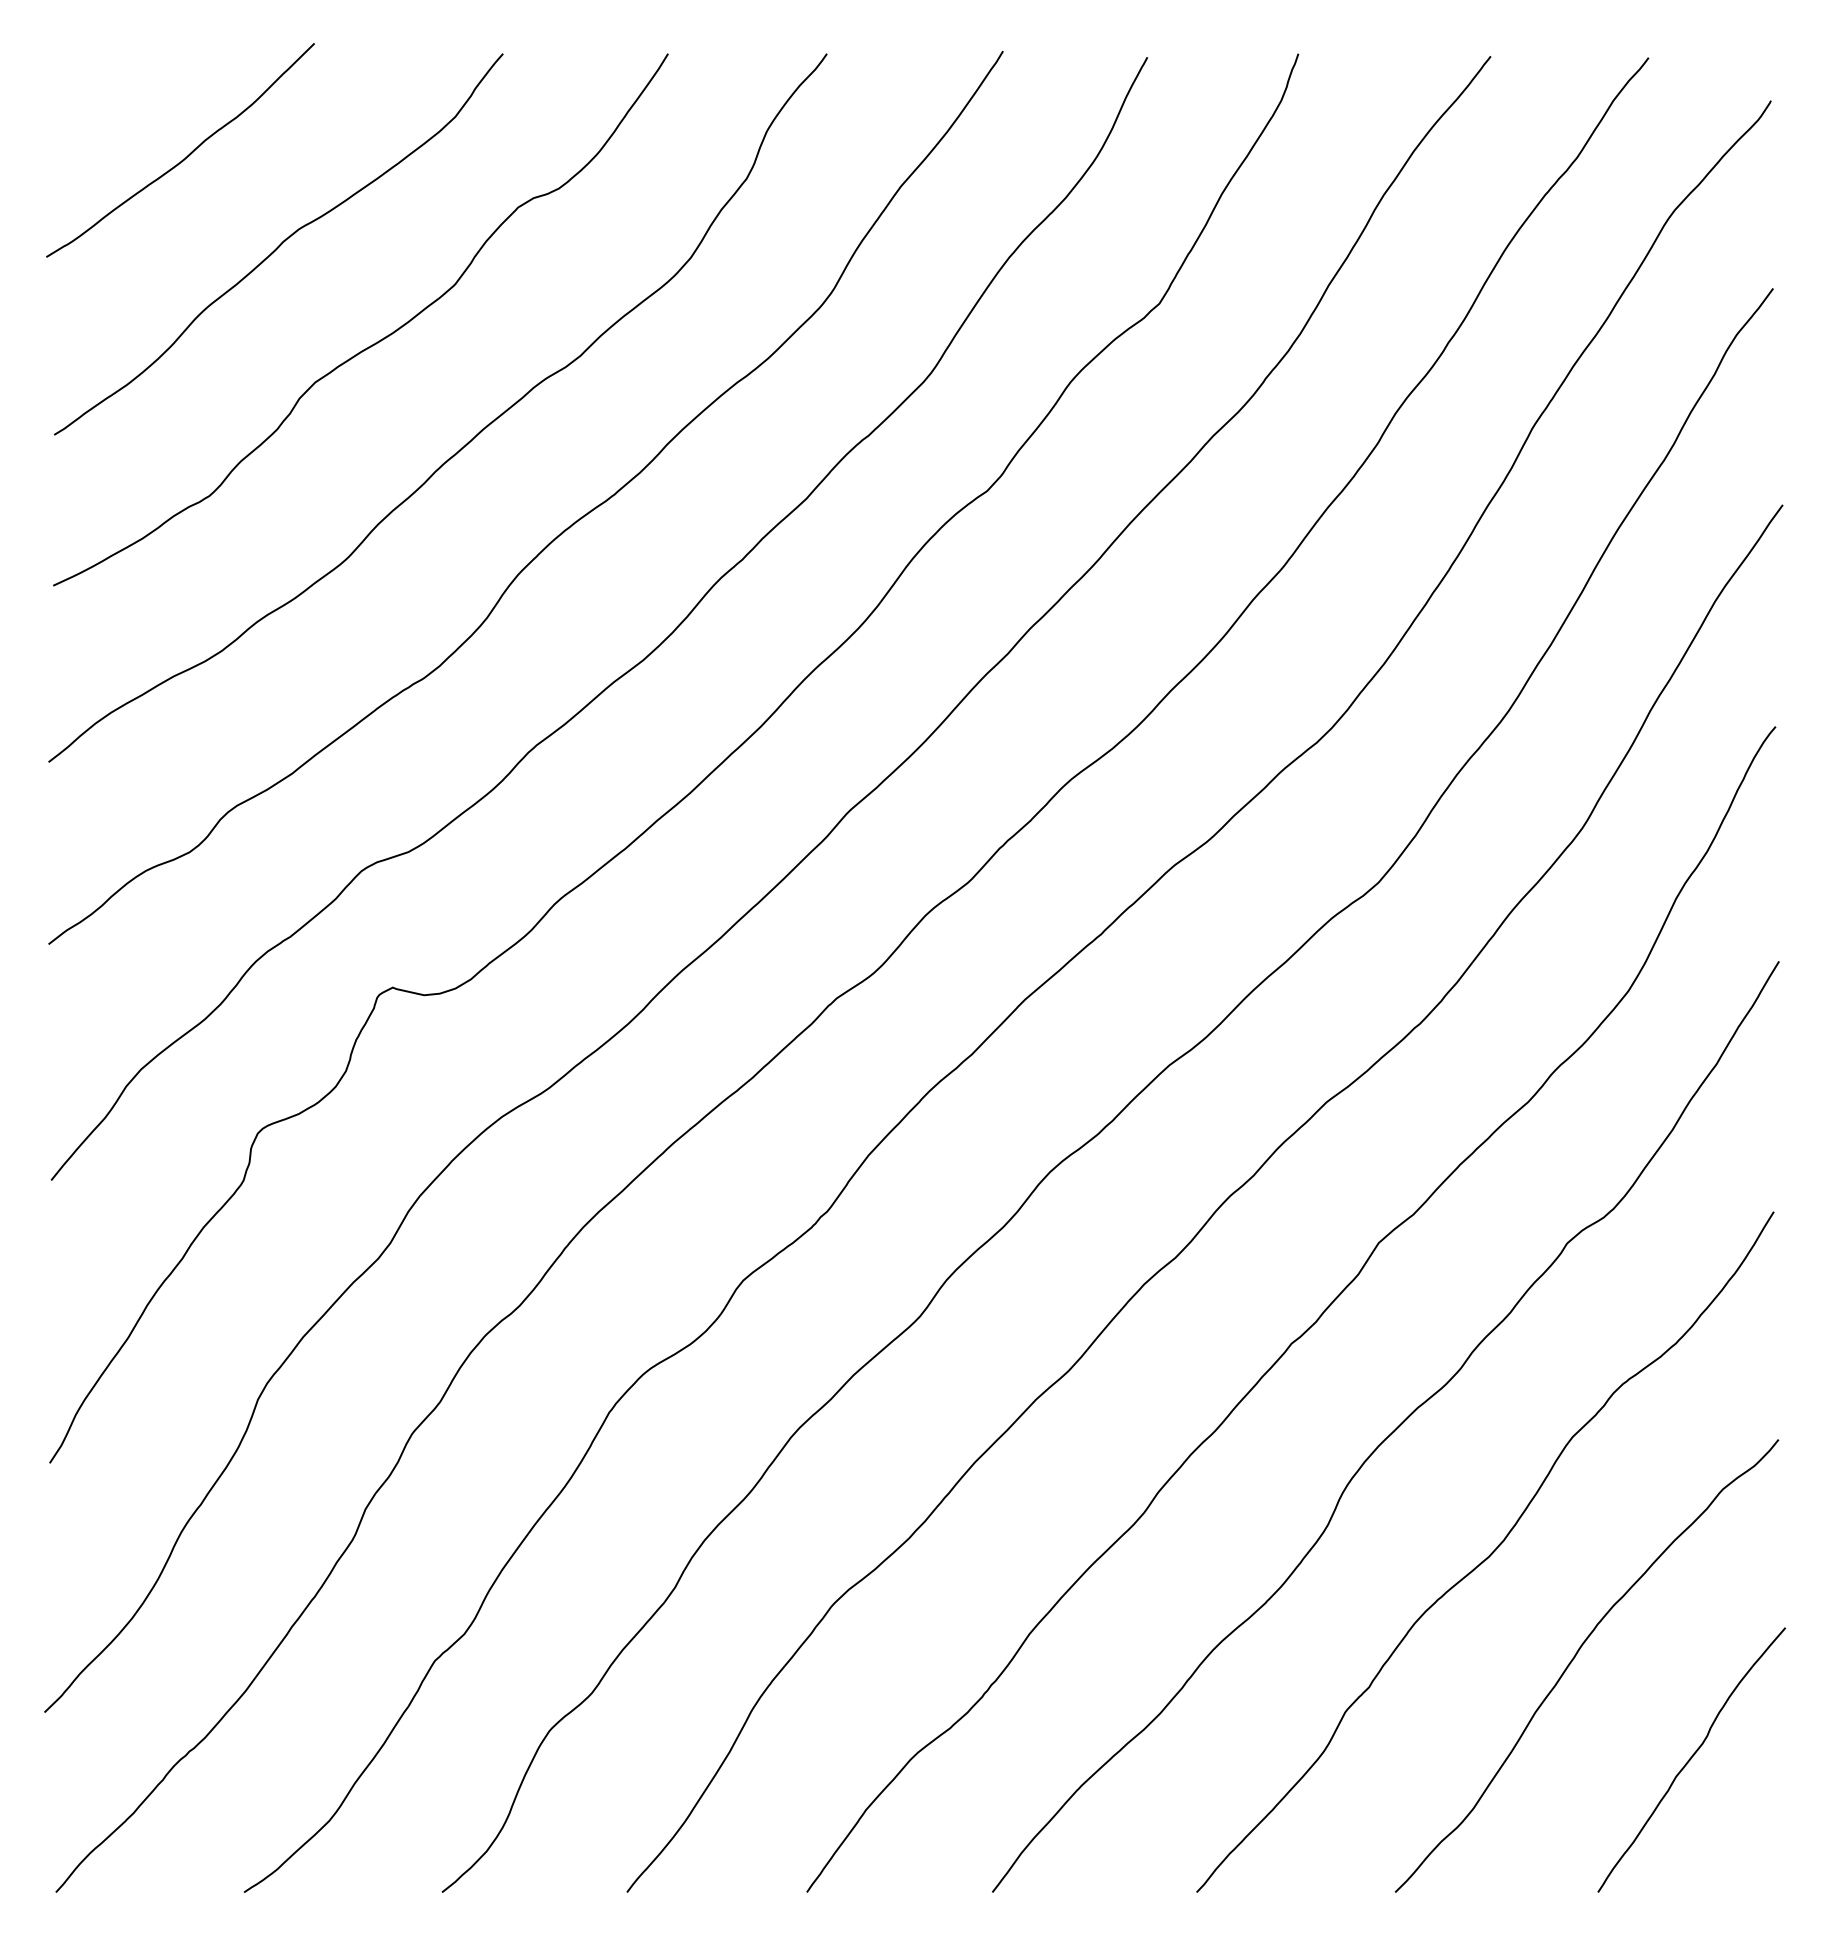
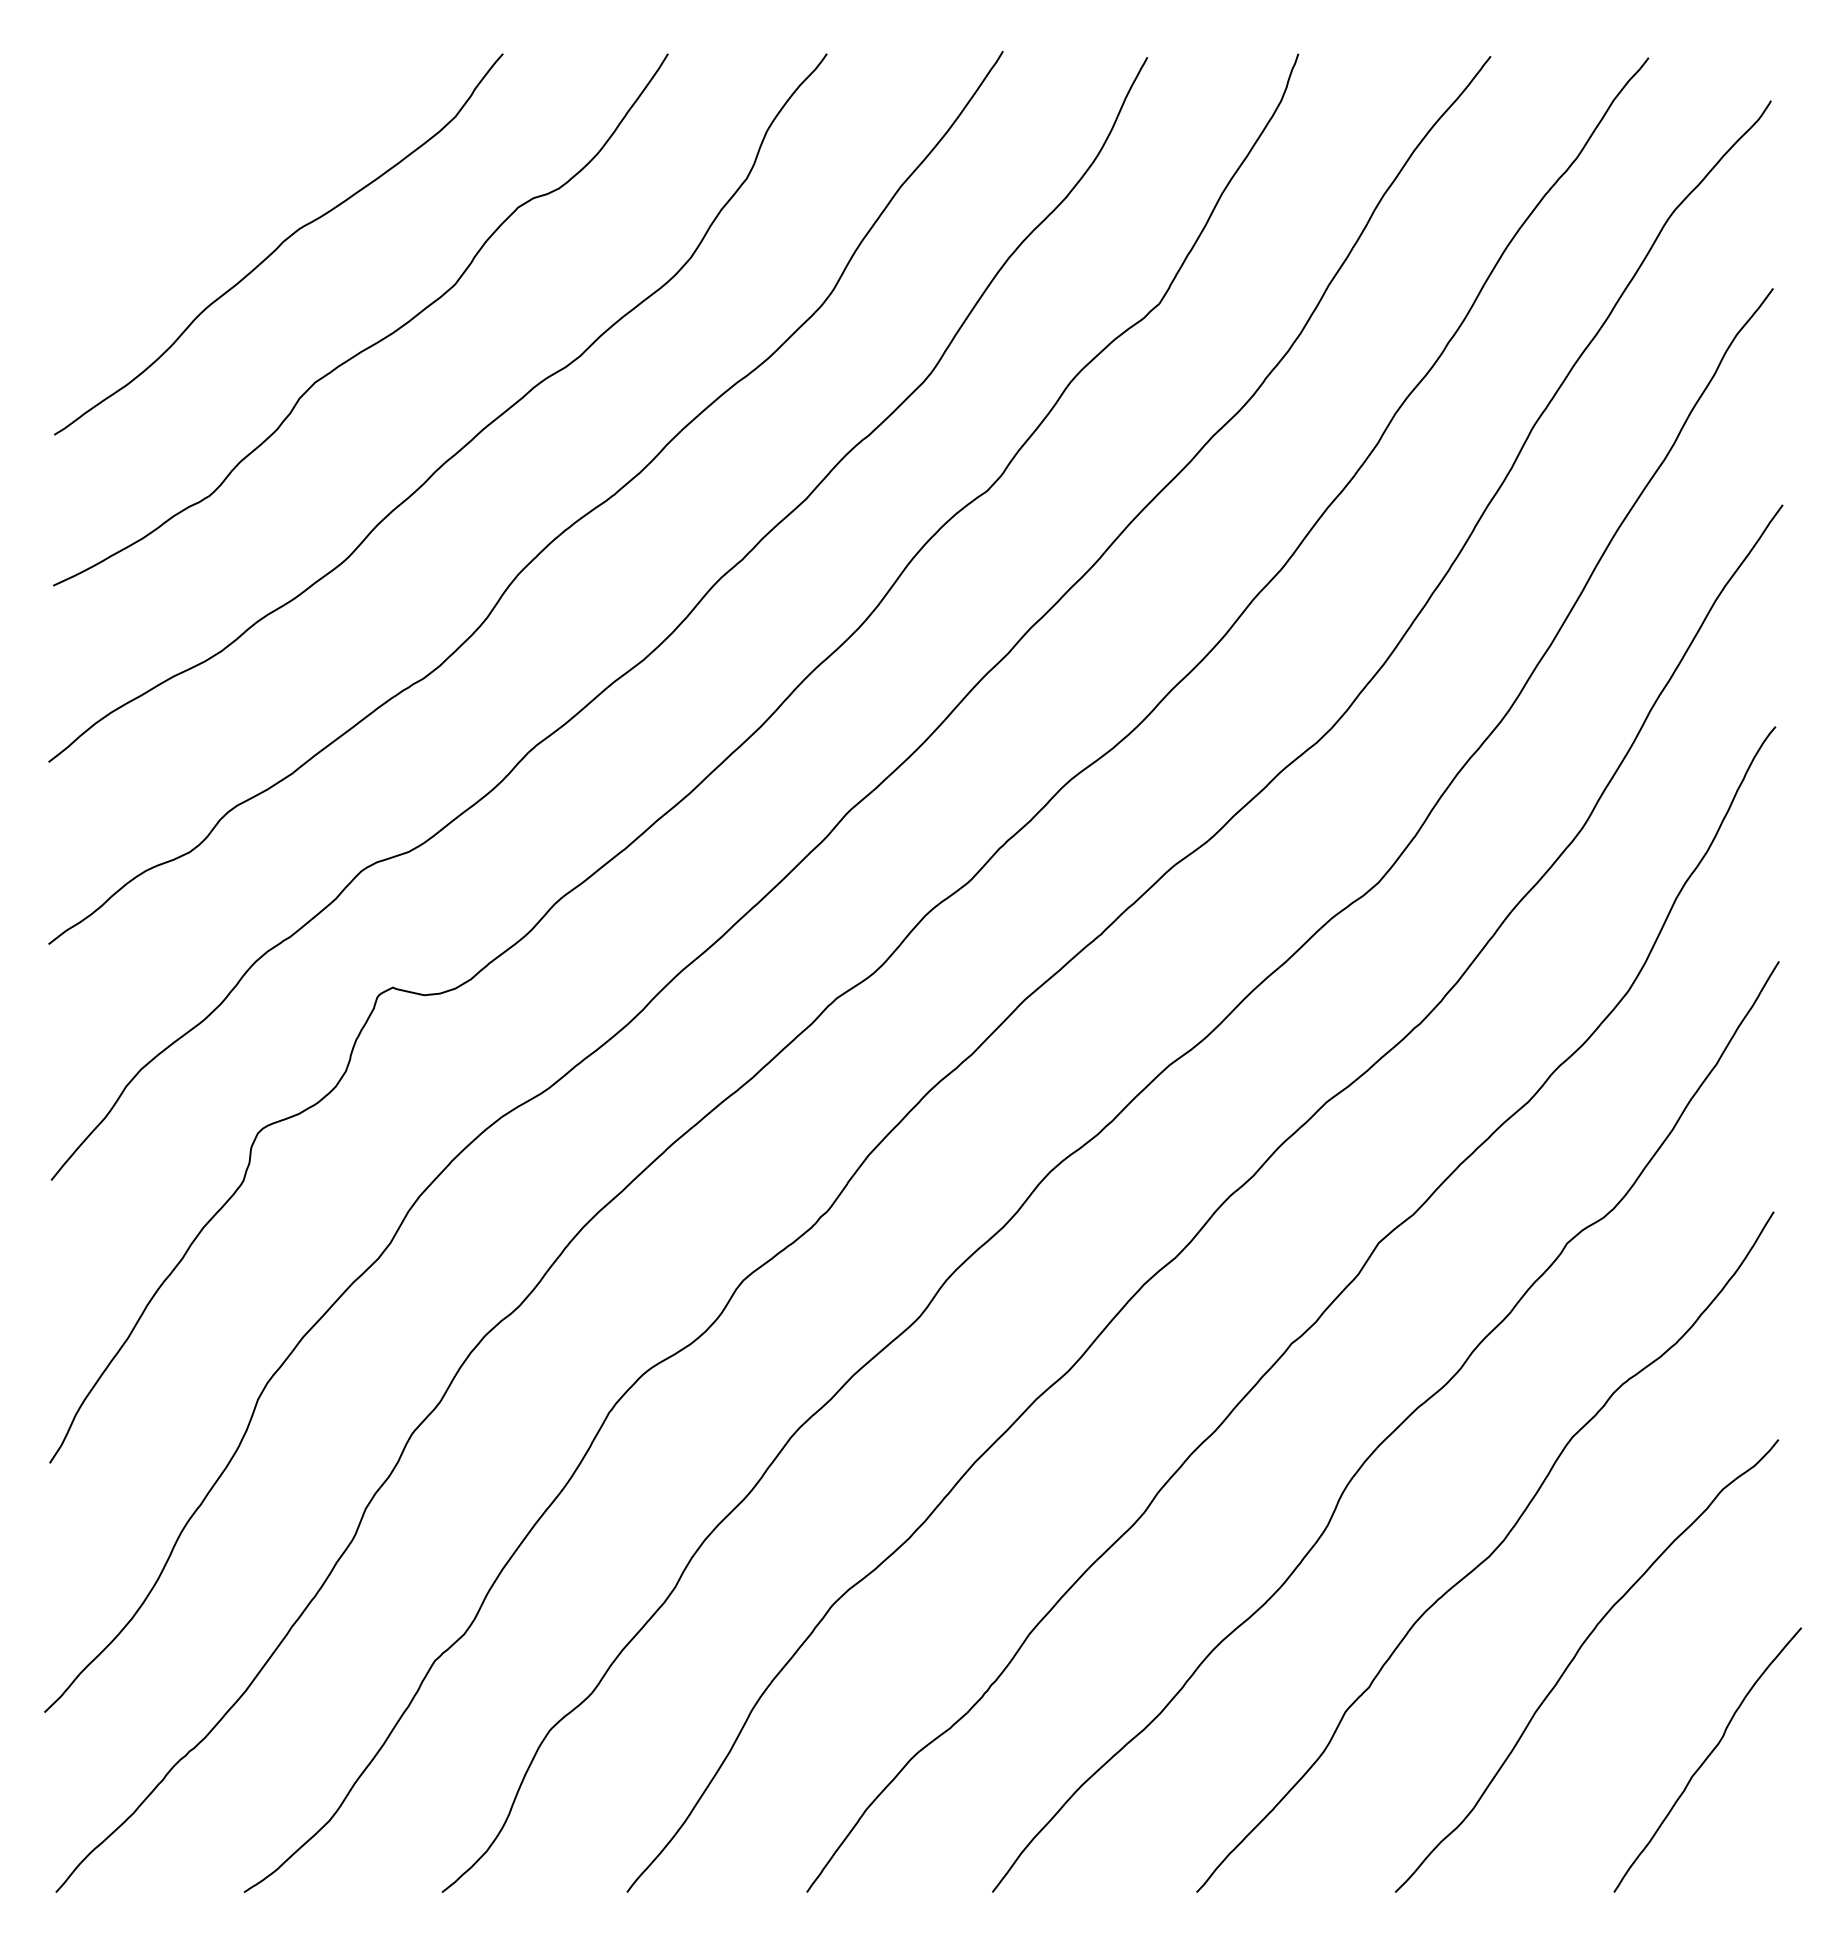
curve at (186, 156): present -> none
curve at (1691, 1759) position: (1691, 1759) -> (1707, 1759)
